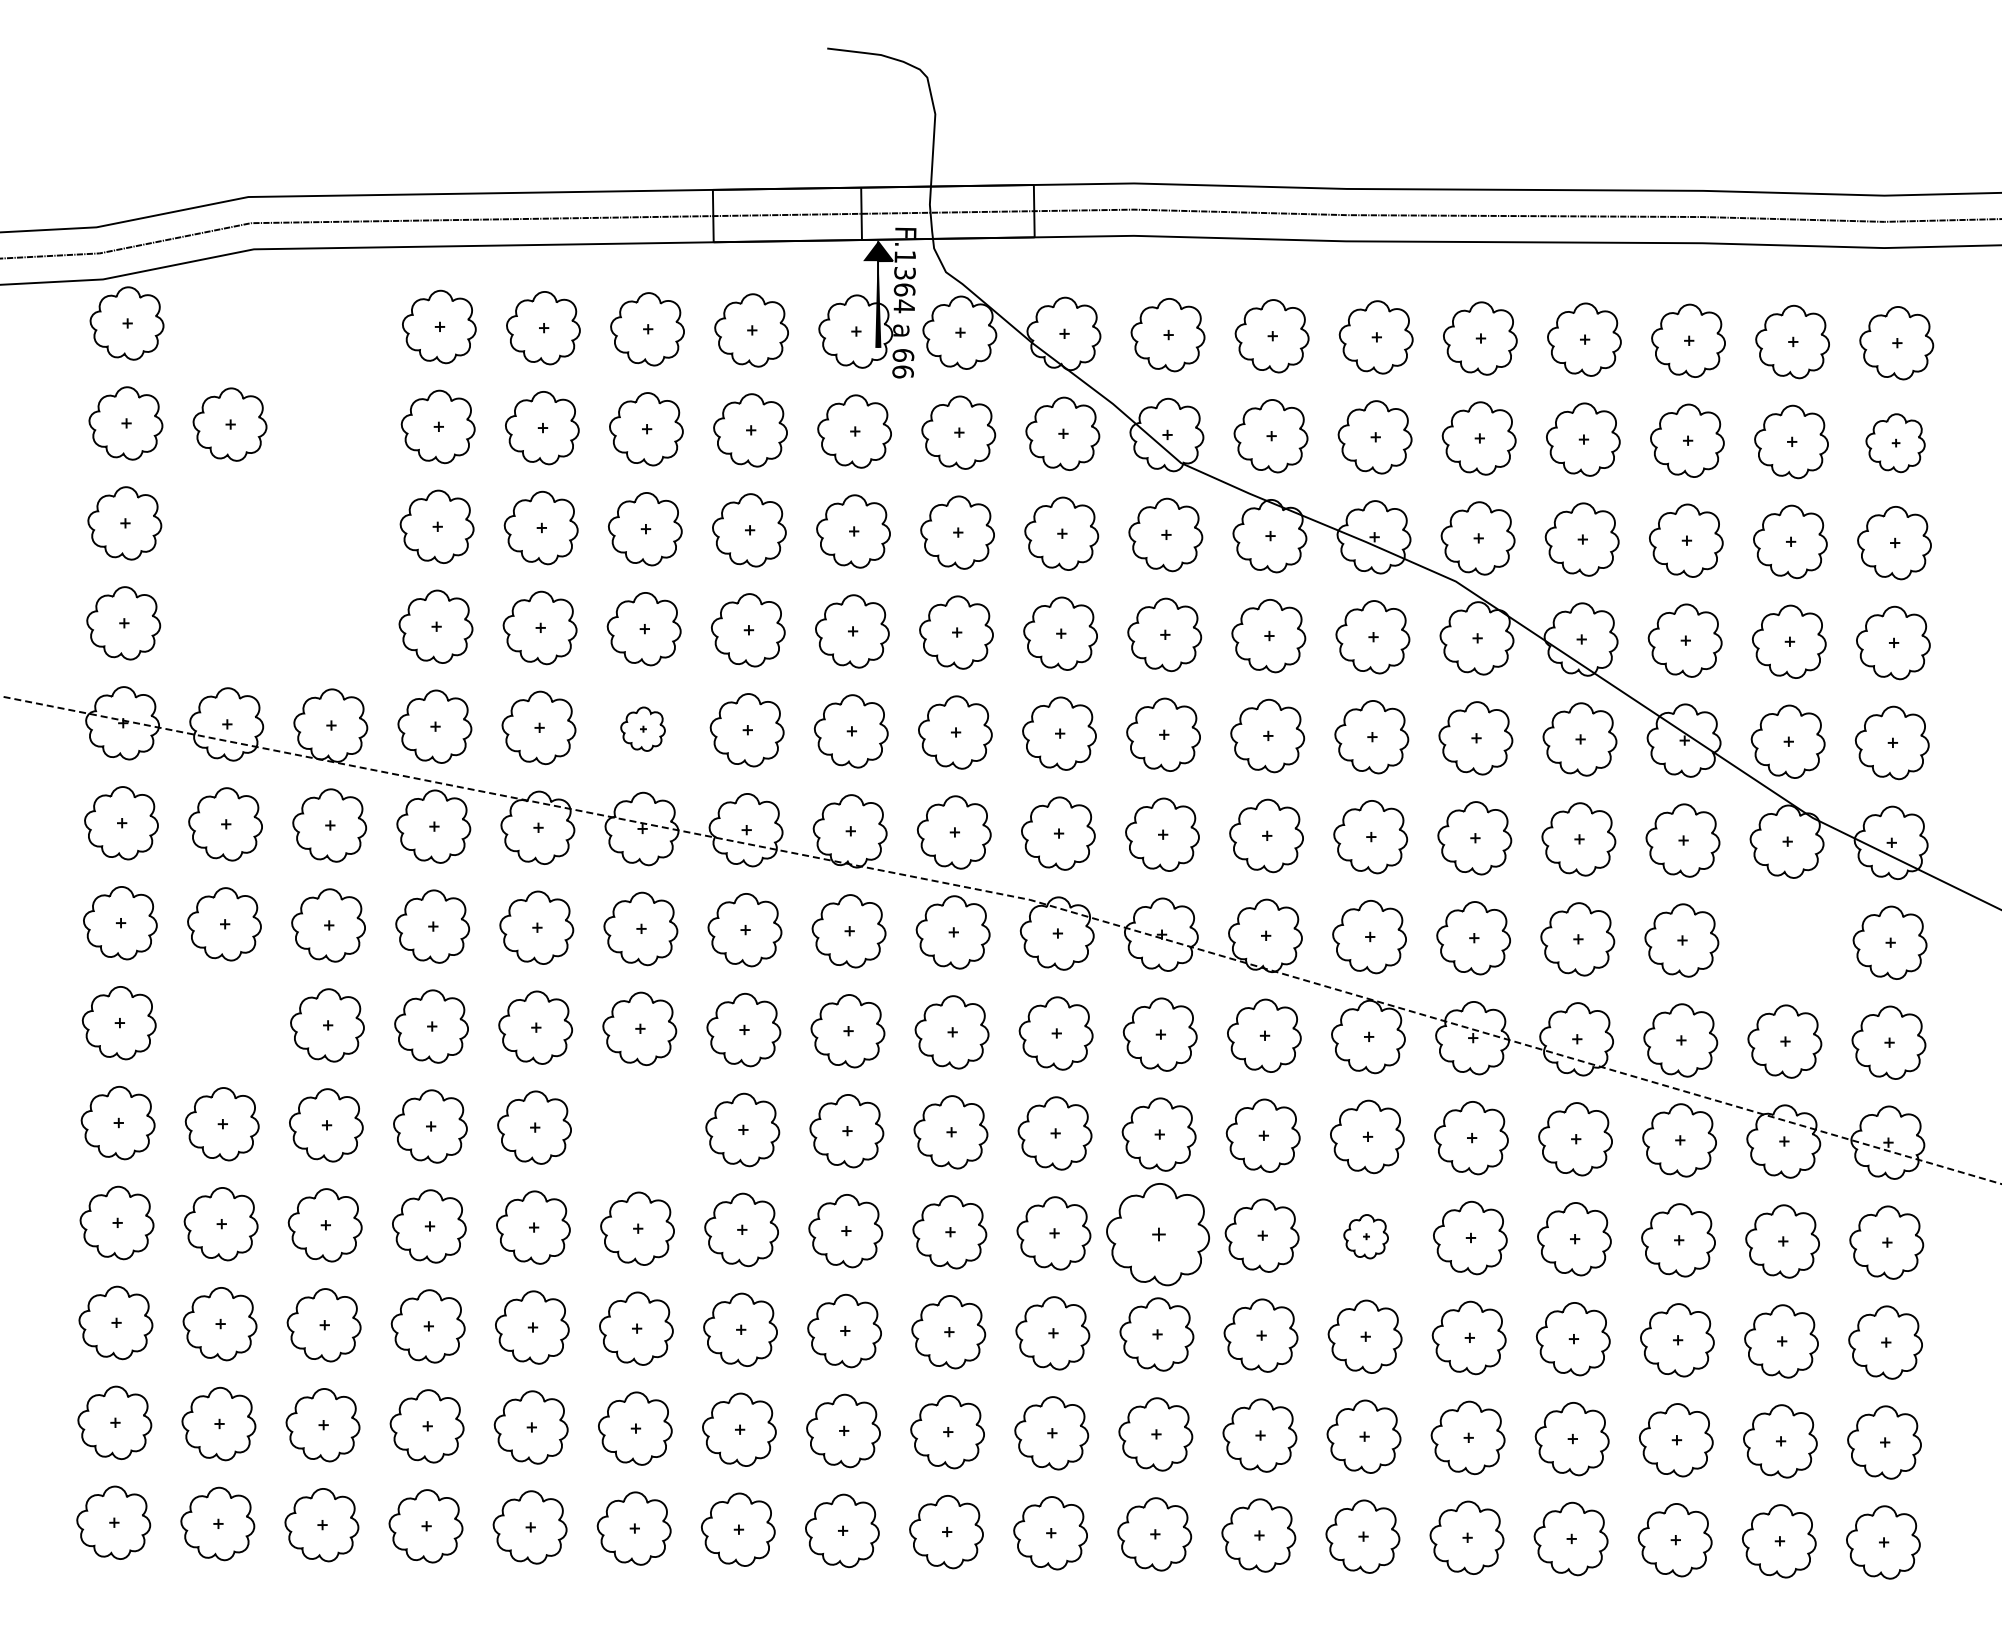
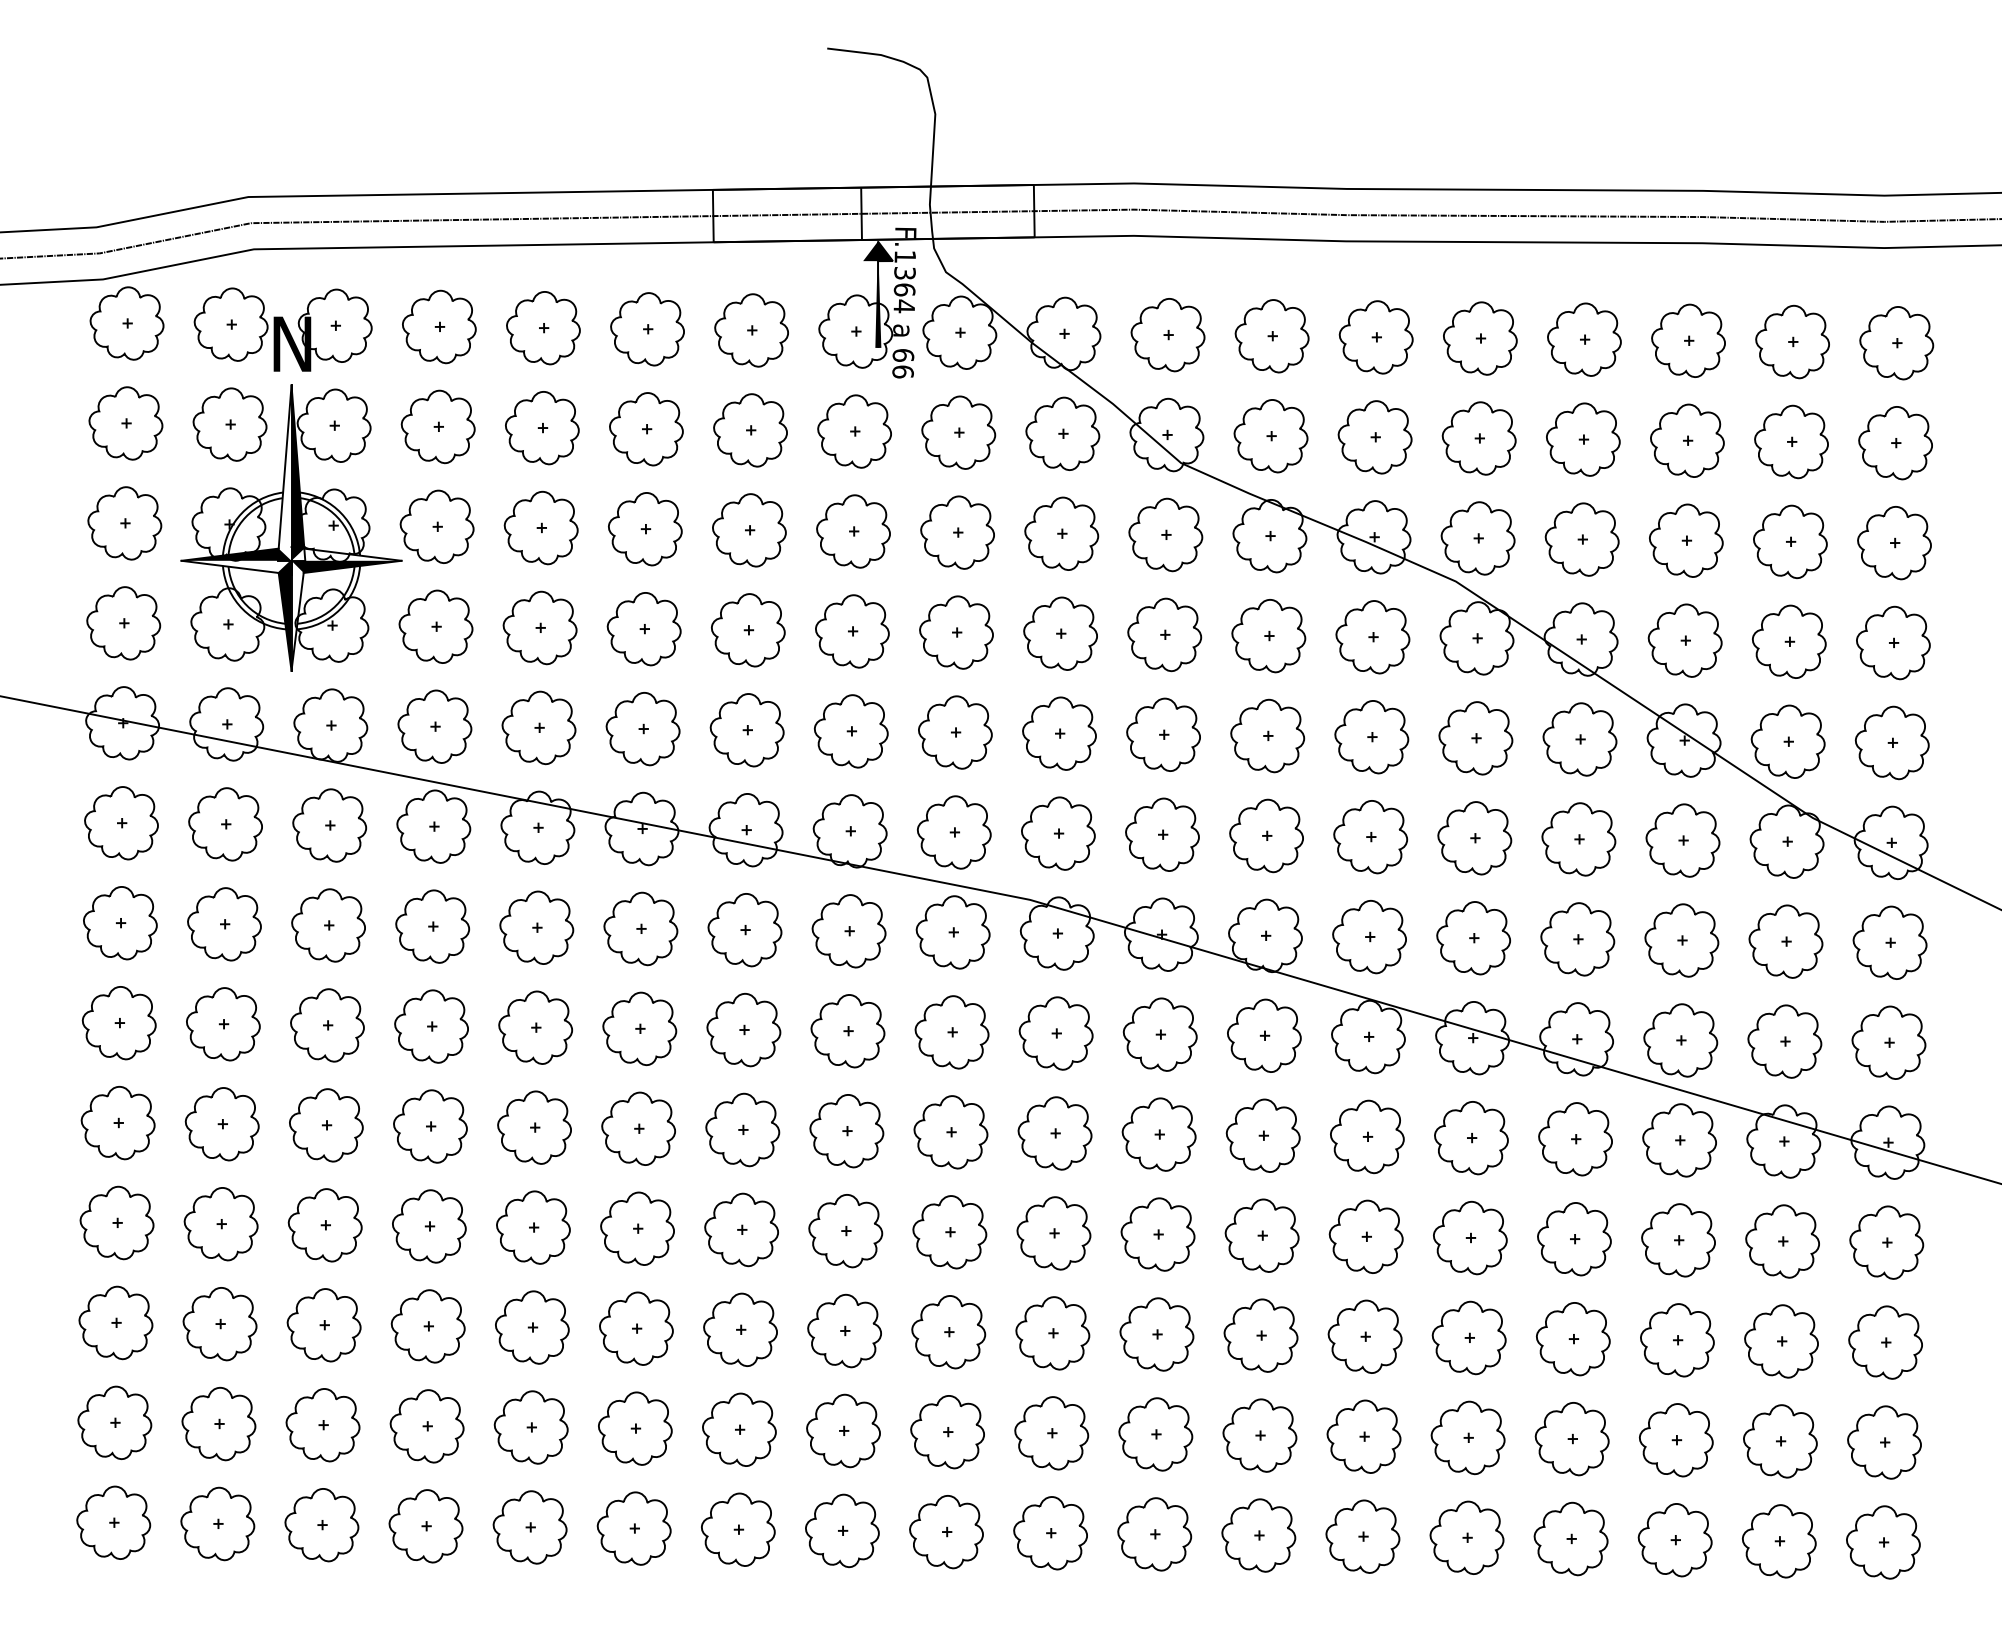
part at (1895, 443) size: 61x61 px -> 75x75 px
part at (291, 479): none -> present
part at (642, 728) size: 46x46 px -> 76x75 px
line at (1012, 896): dashed -> solid
part at (1785, 941): none -> present
part at (223, 1024): none -> present
part at (638, 1128): none -> present
part at (1157, 1234) size: 104x104 px -> 76x75 px
part at (1365, 1236) size: 46x46 px -> 76x75 px
